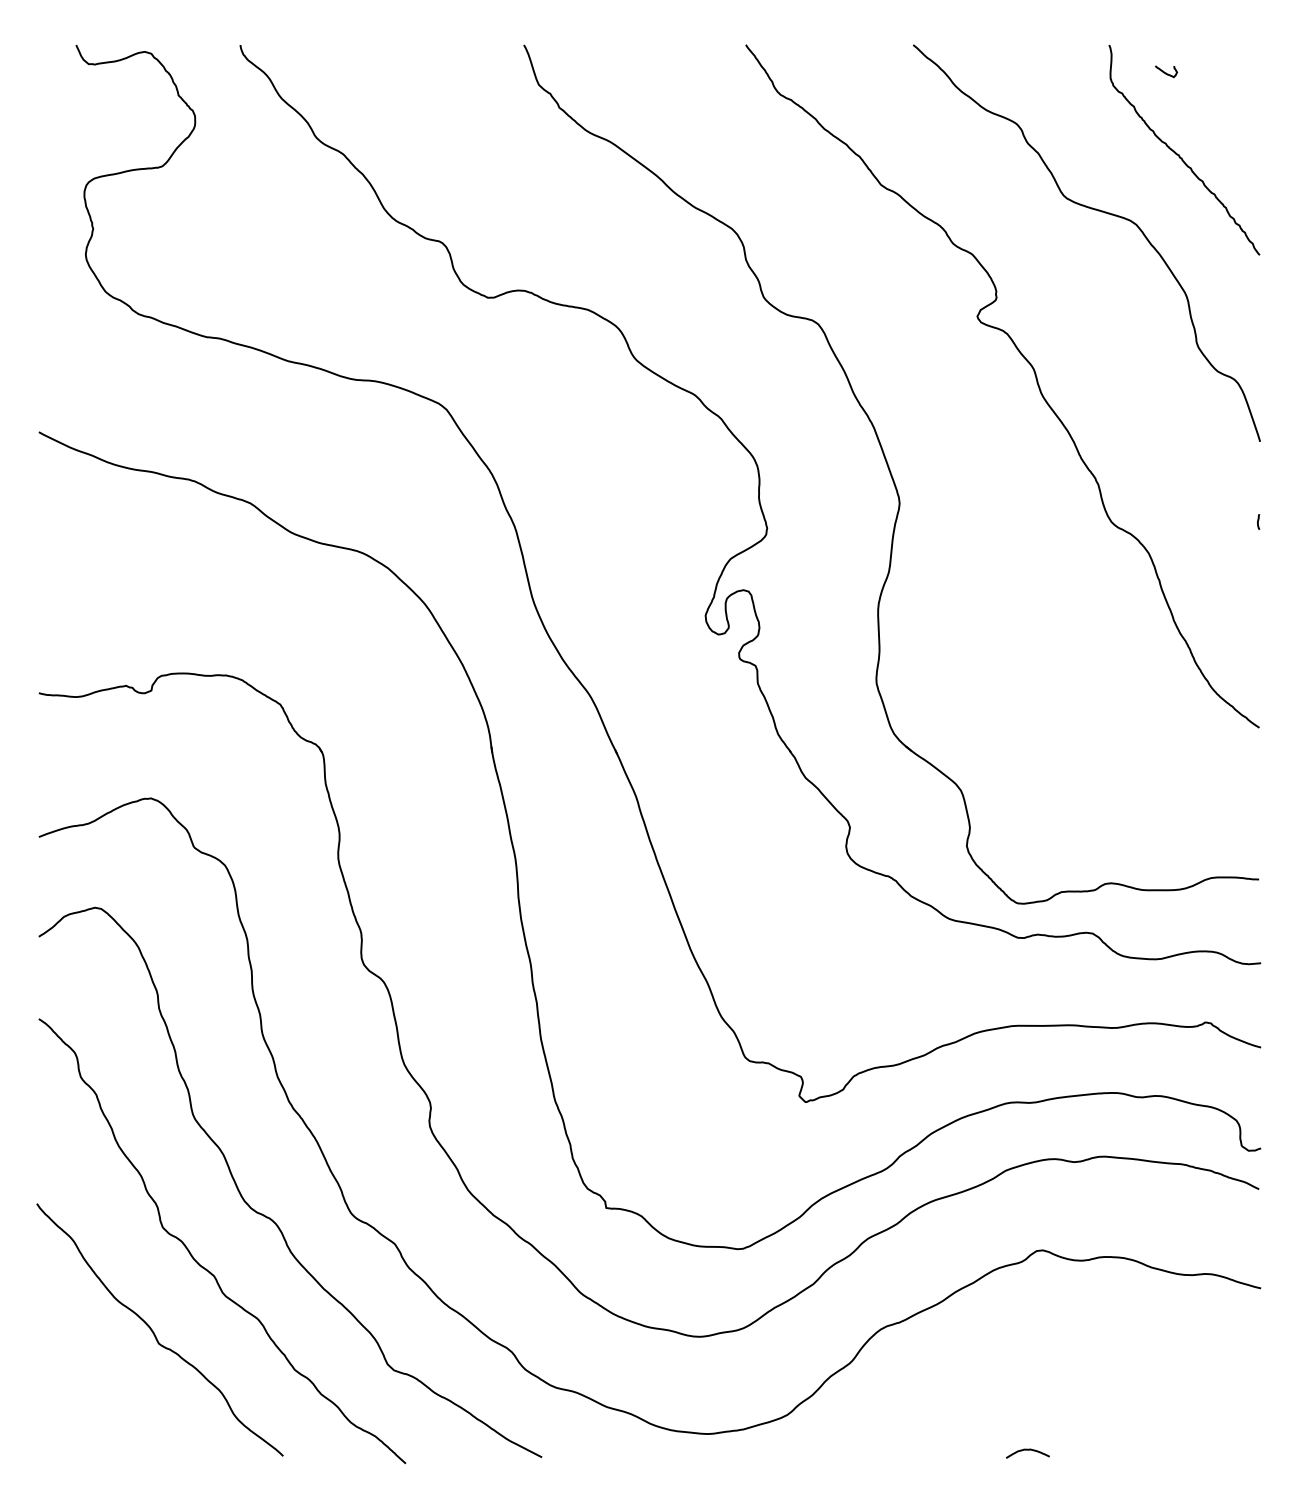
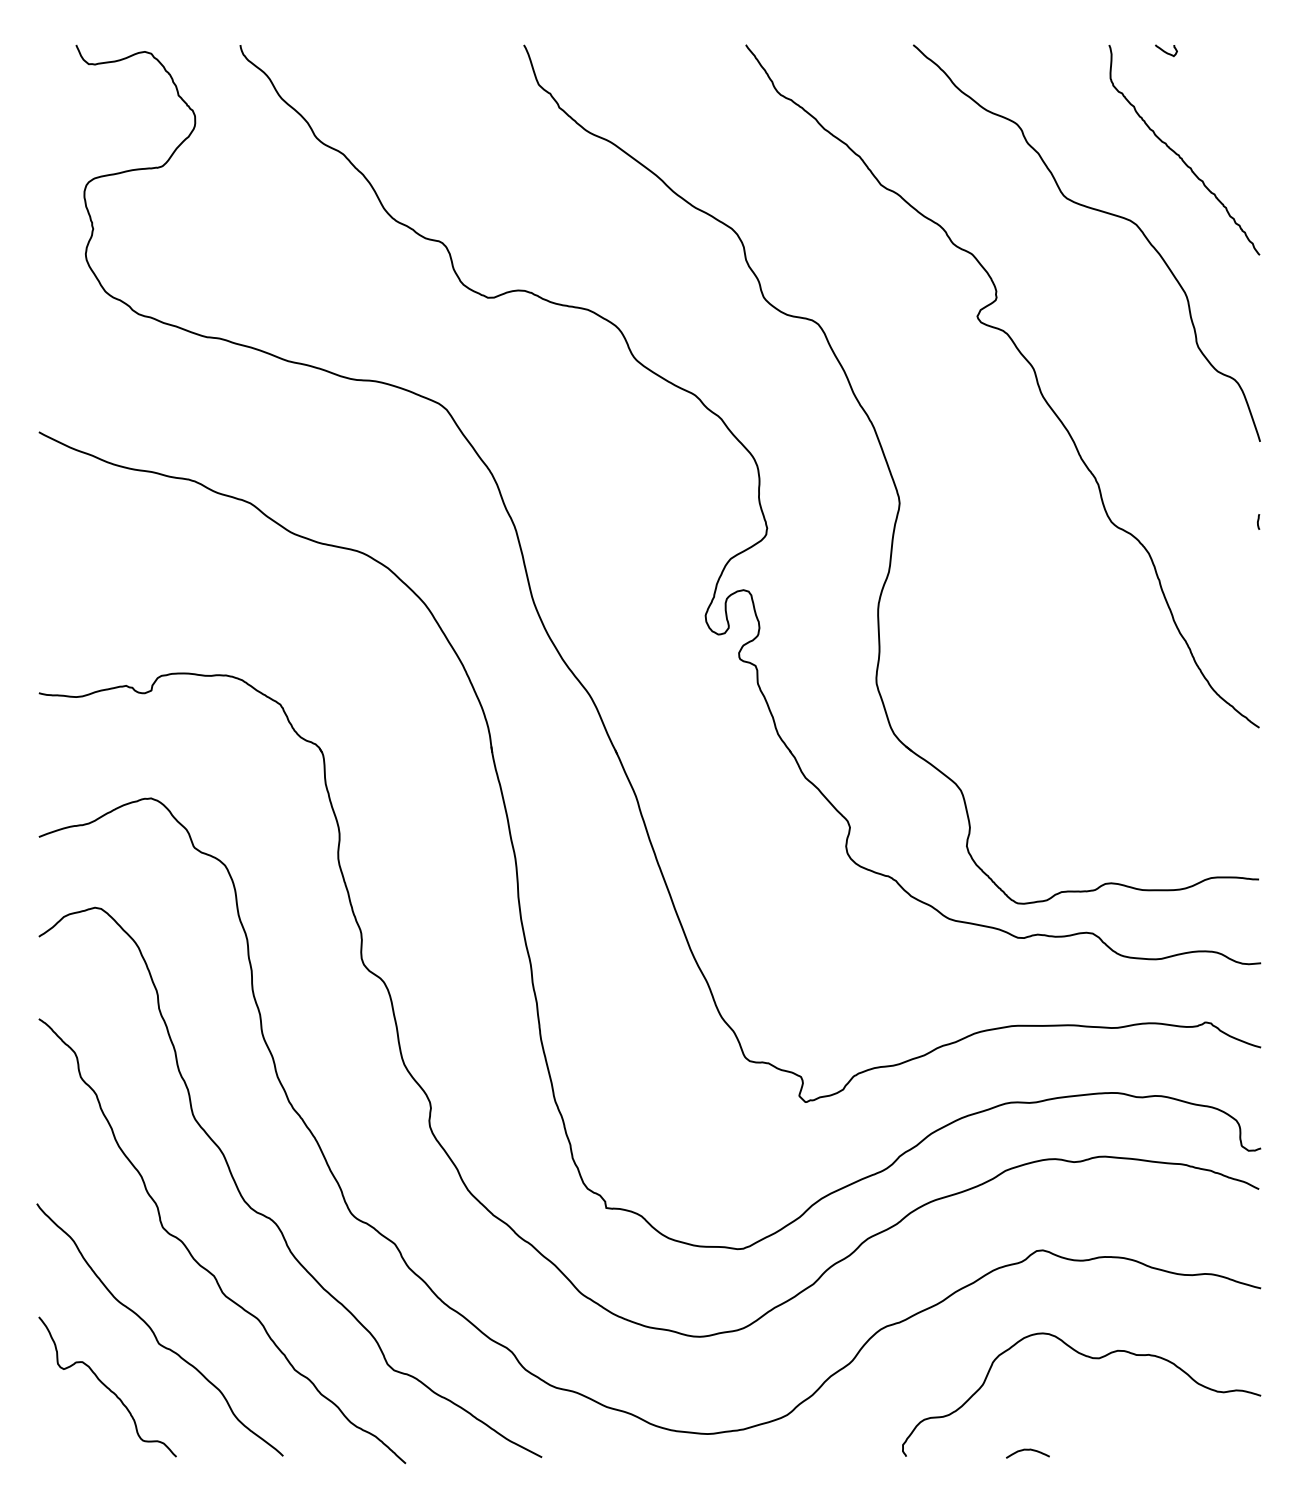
curve at (1166, 72) position: (1166, 72) -> (1166, 51)
curve at (1093, 1359): none -> present
curve at (107, 1386): none -> present
